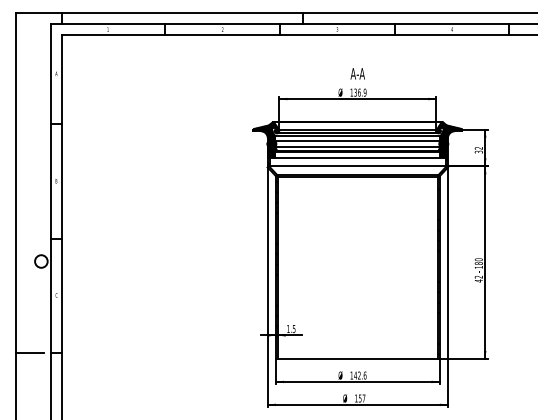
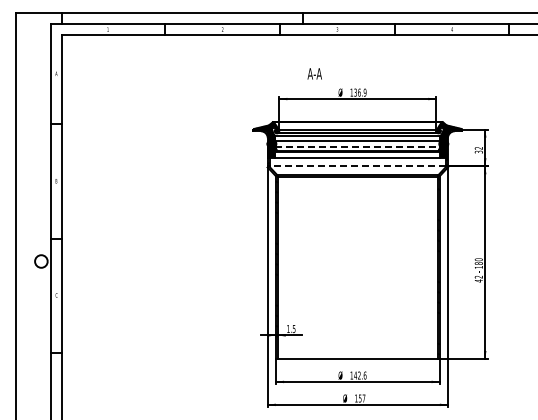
text at (357, 73) position: (357, 73) -> (314, 73)
line at (357, 146): solid -> dashed
line at (357, 166): solid -> dashed
line at (29, 353): present -> none
